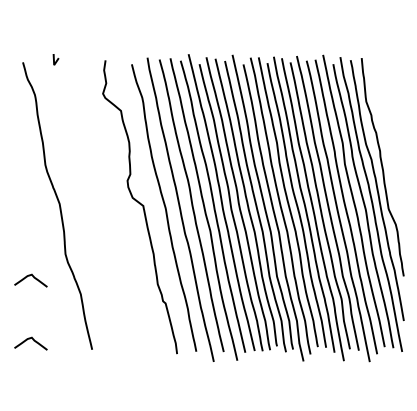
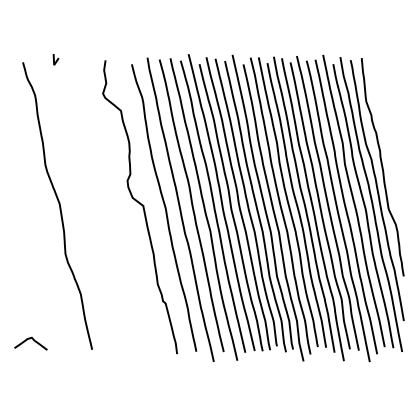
curve at (33, 278): present -> none
